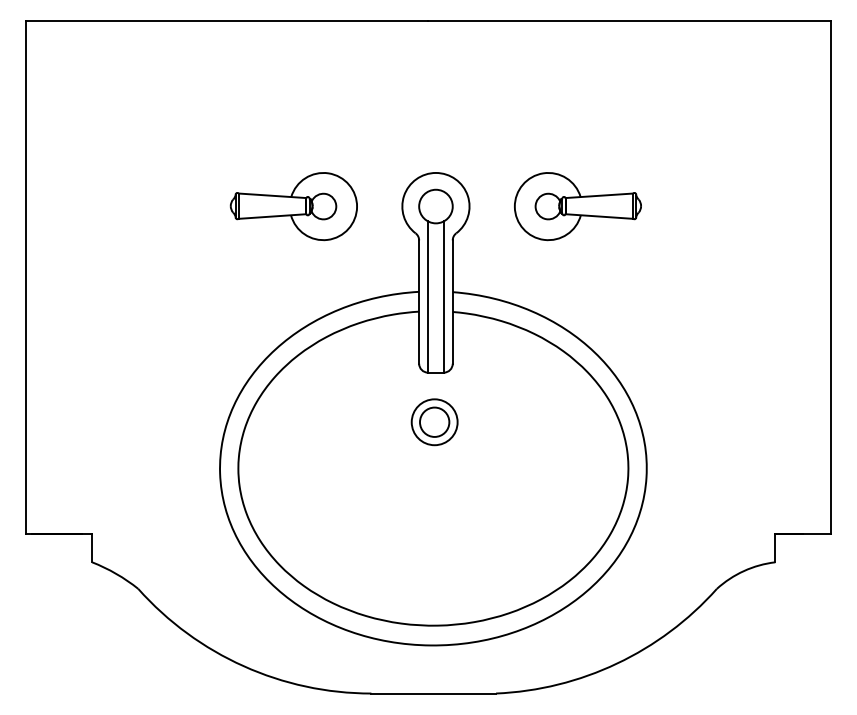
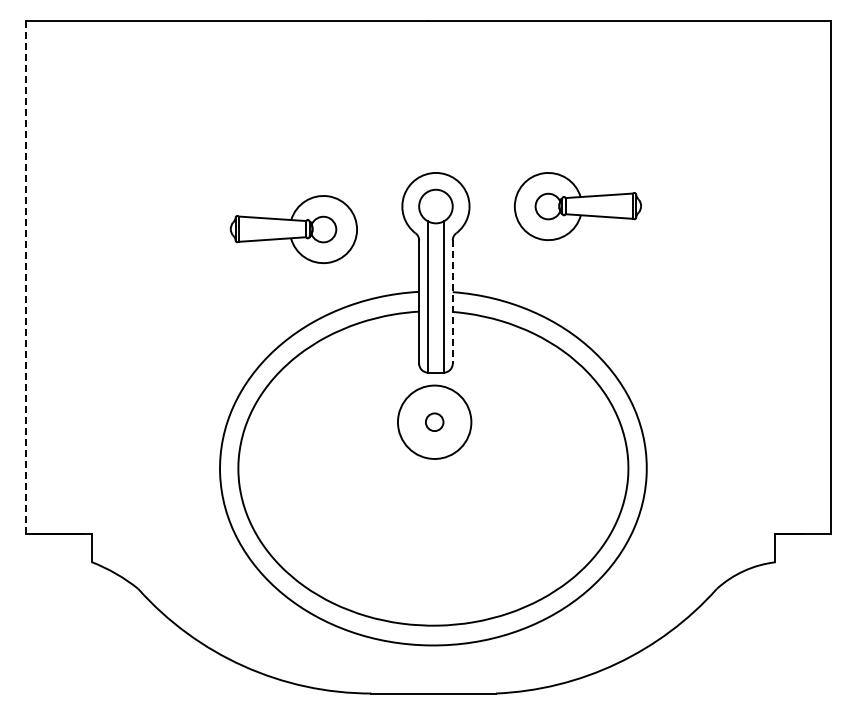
part at (293, 206) position: (293, 206) -> (293, 229)
line at (25, 277): solid -> dashed
line at (452, 302): solid -> dashed
circle at (434, 421) diameter: 29 px -> 18 px
circle at (434, 422) diameter: 46 px -> 73 px
